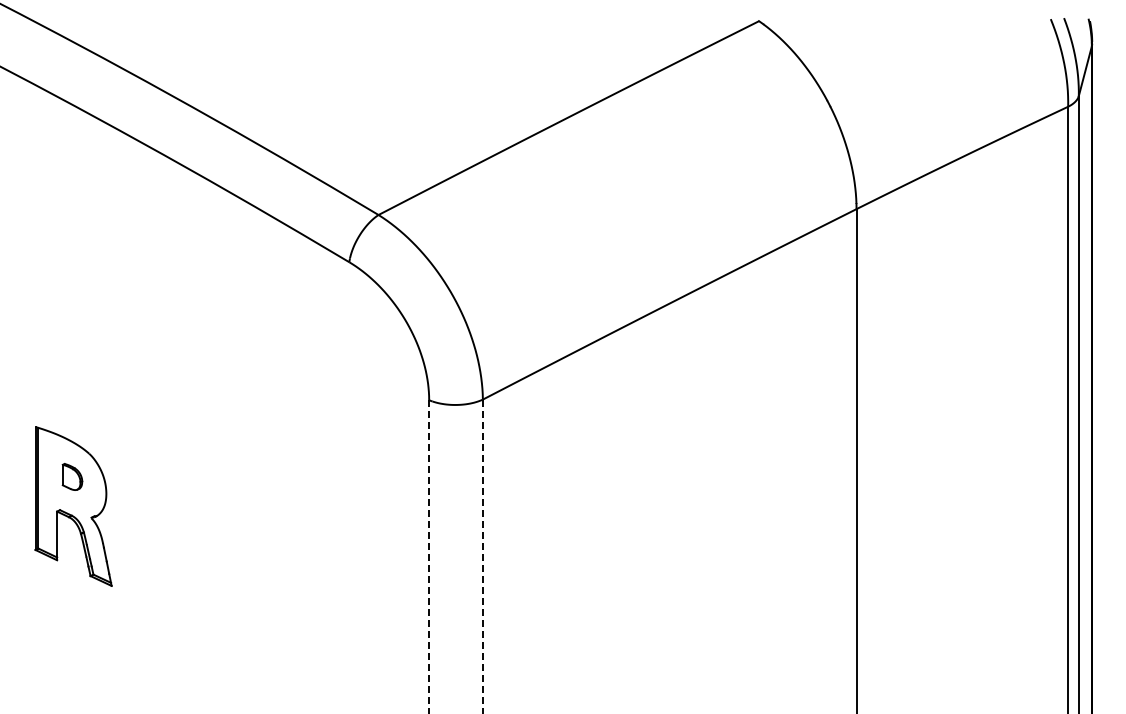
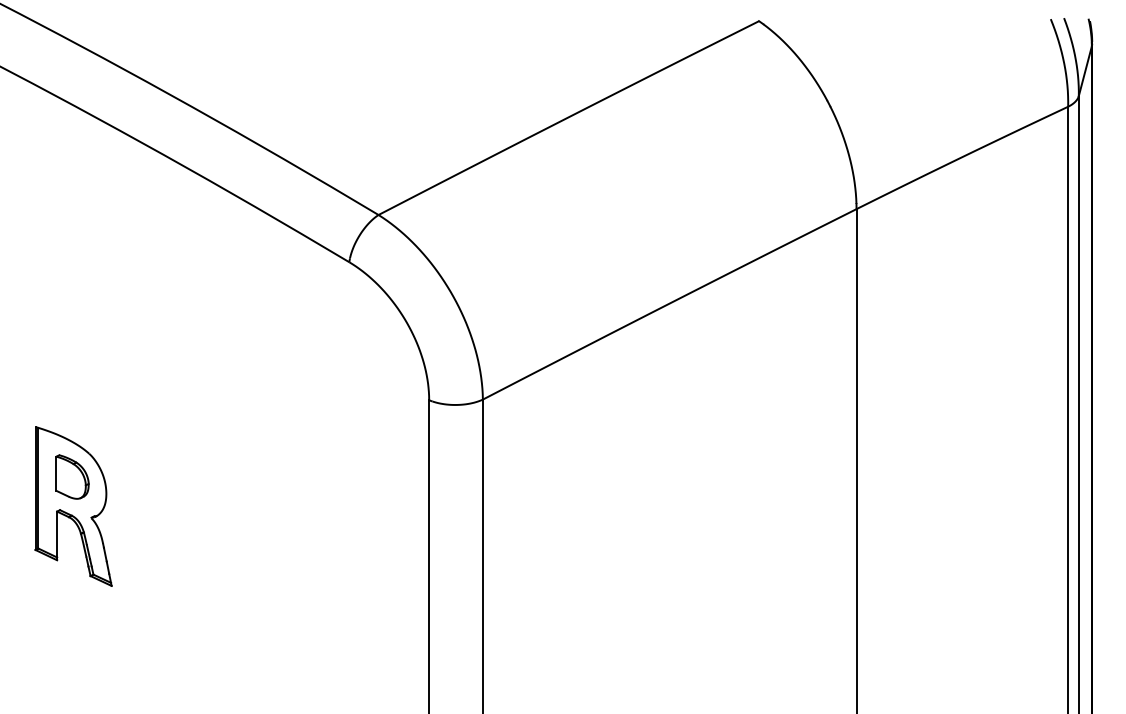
part at (72, 476) size: 23x28 px -> 35x46 px
line at (482, 556): dashed -> solid
line at (429, 557): dashed -> solid
